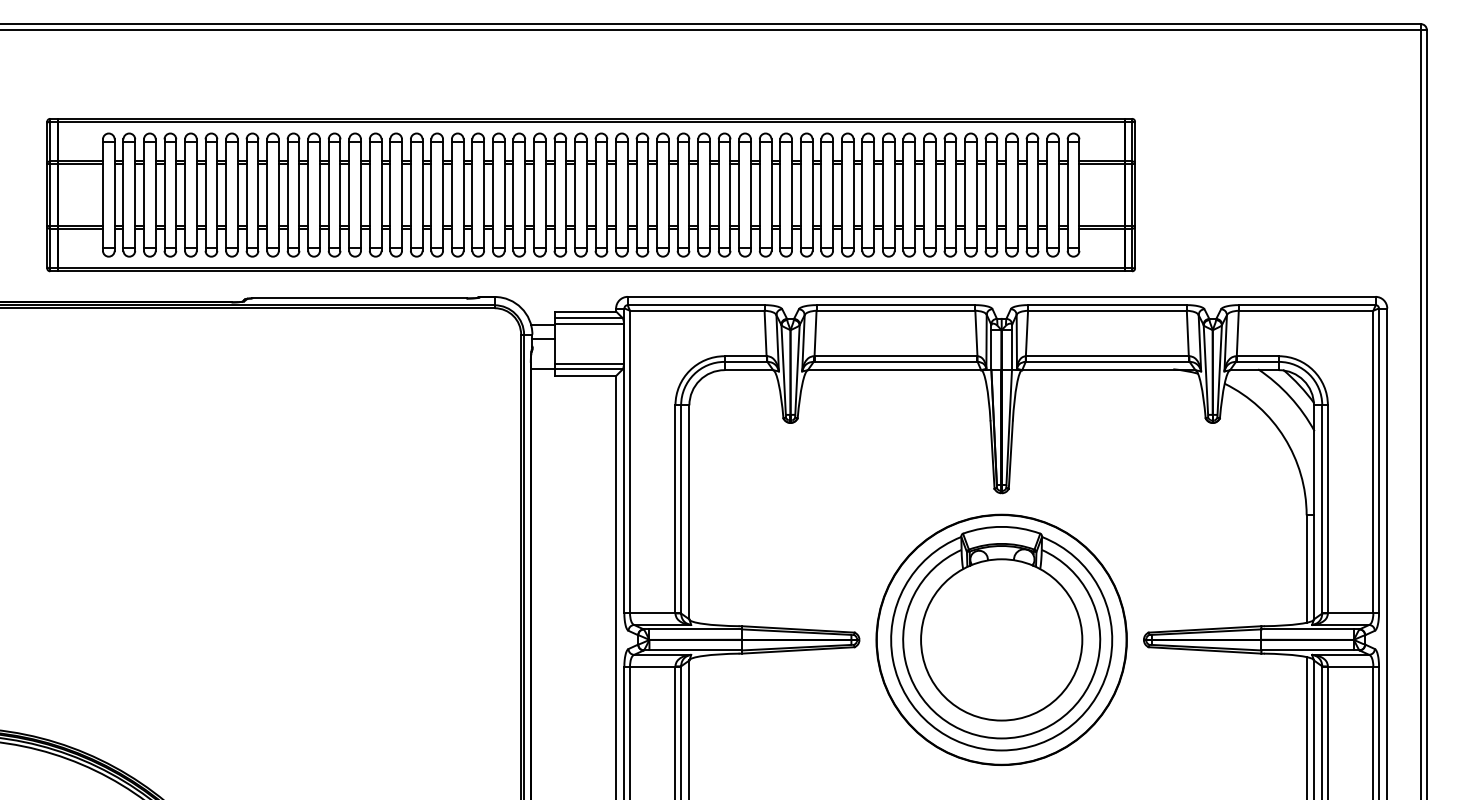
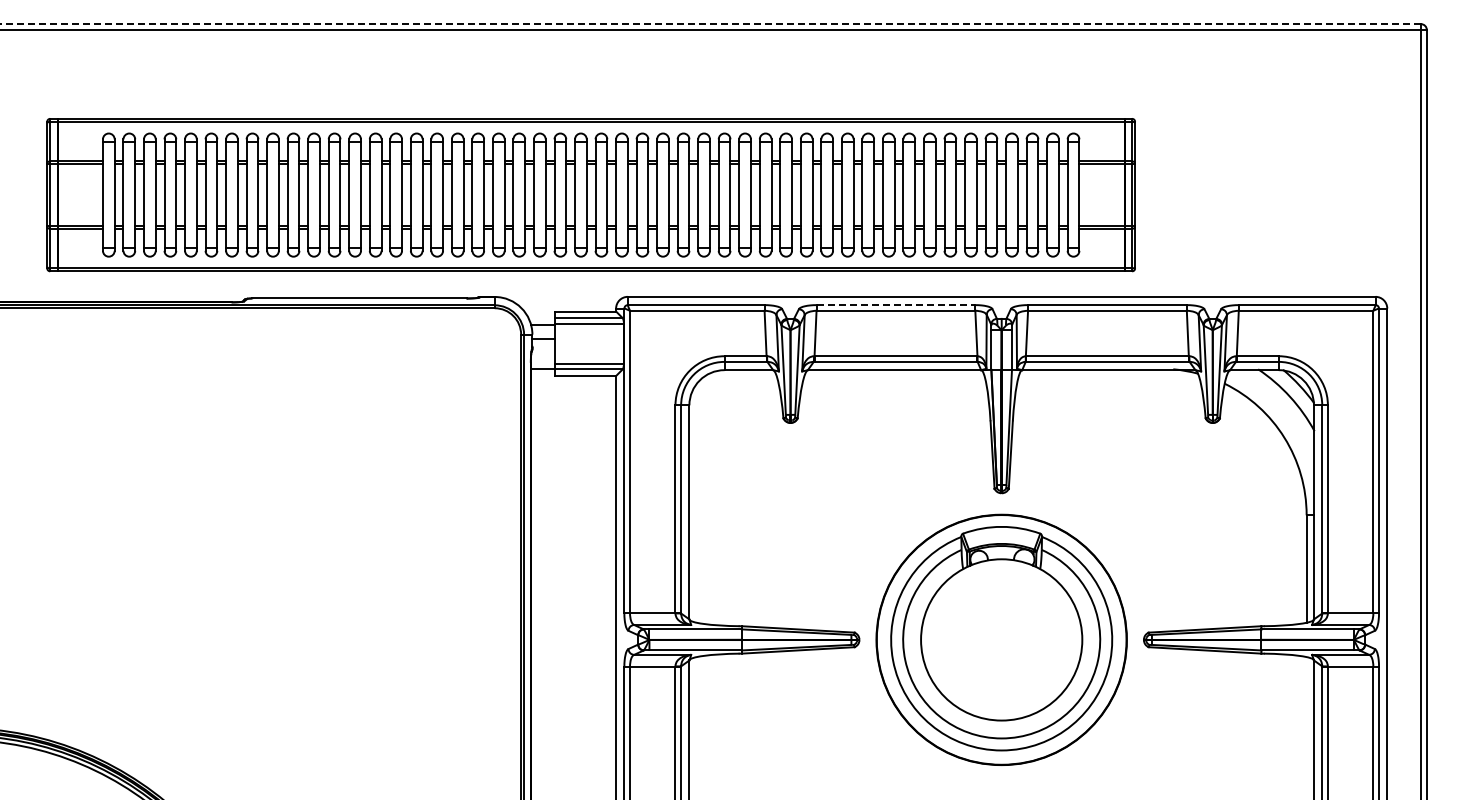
line at (710, 24): solid -> dashed
line at (896, 305): solid -> dashed
line at (1306, 726): present -> none
